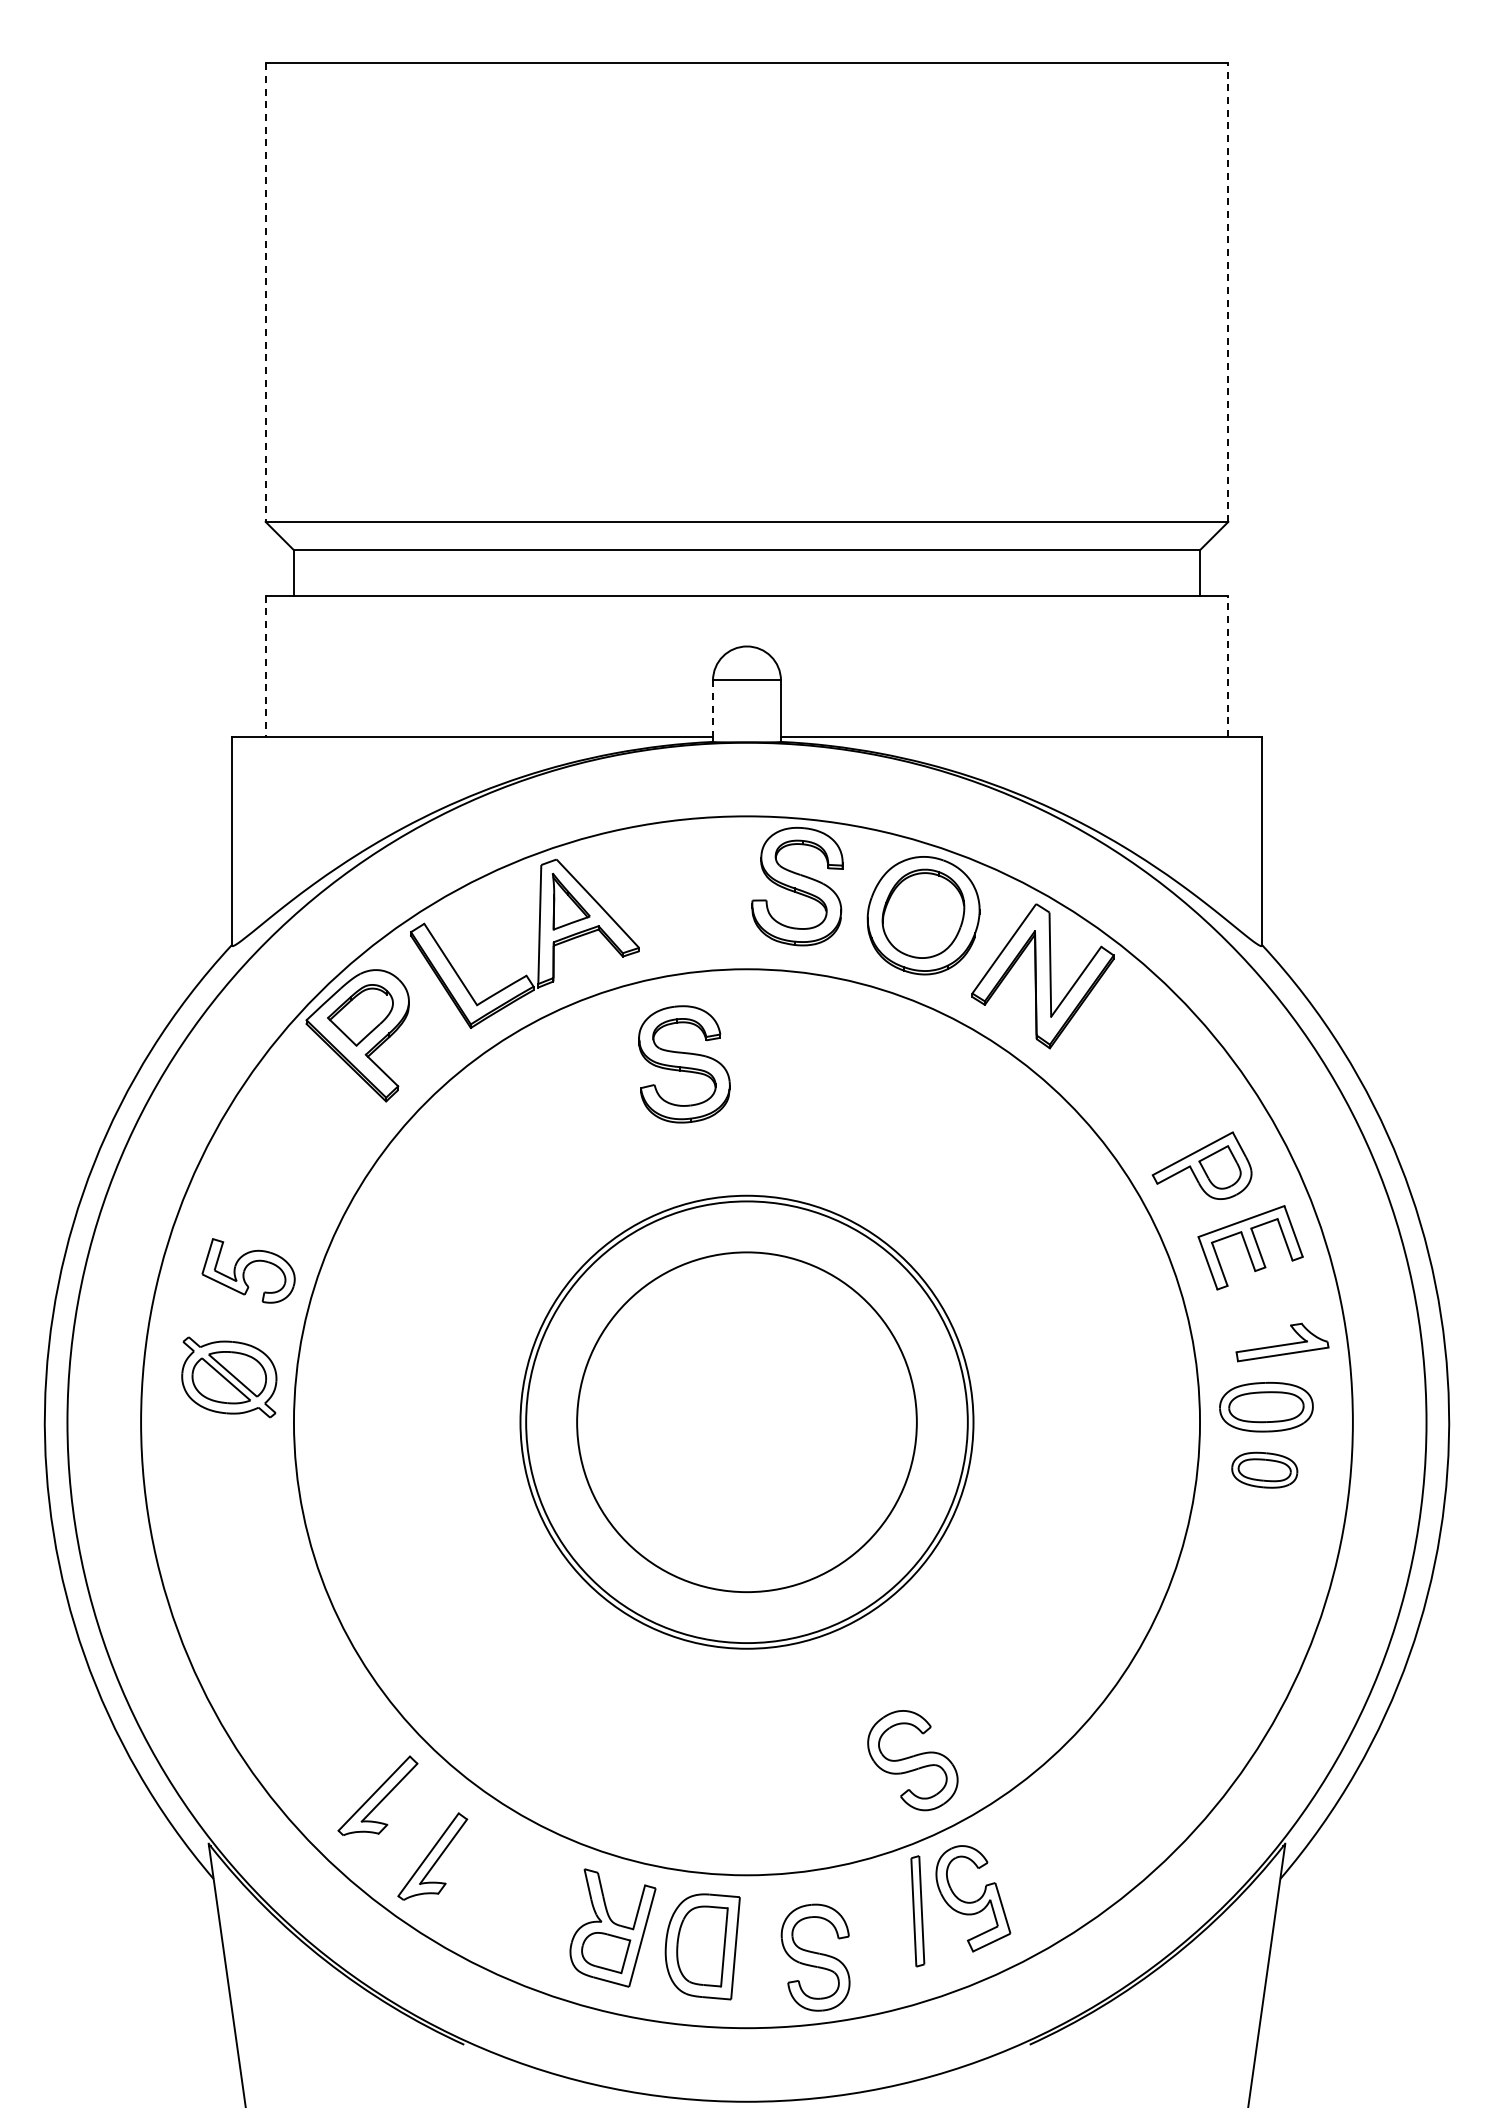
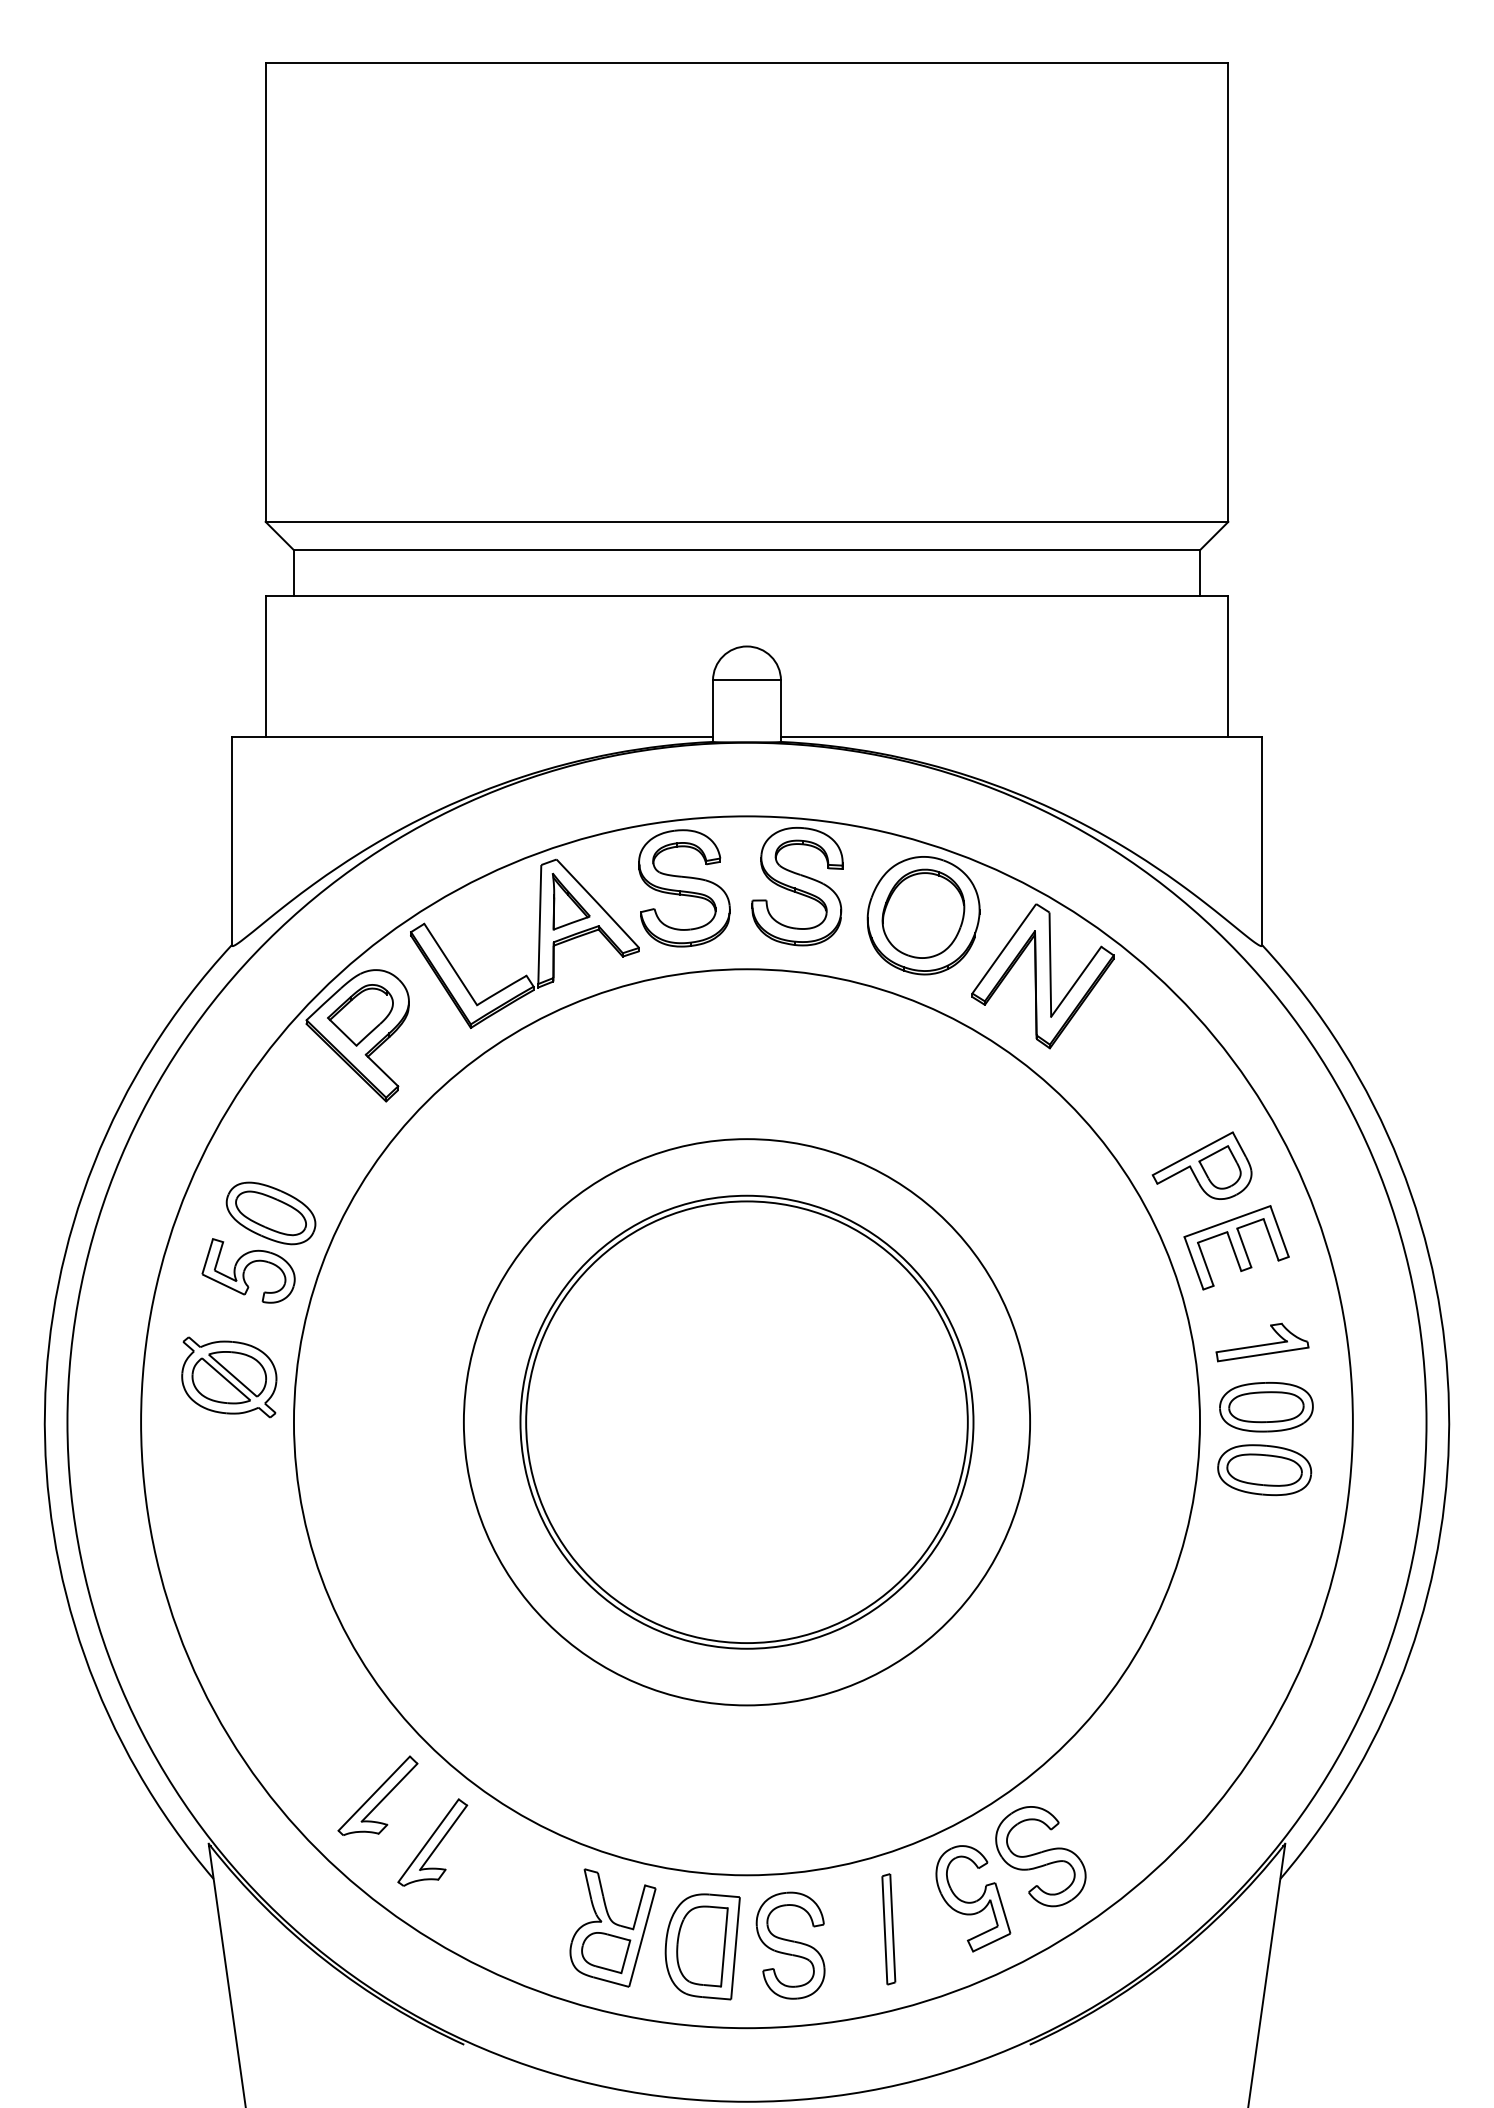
line at (1228, 292): dashed -> solid
line at (265, 293): dashed -> solid
line at (265, 666): dashed -> solid
line at (1228, 666): dashed -> solid
line at (713, 709): dashed -> solid
part at (684, 1064) position: (684, 1064) -> (684, 888)
part at (270, 1213): none -> present
part at (1250, 1247) position: (1250, 1247) -> (1236, 1247)
part at (1282, 1342) position: (1282, 1342) -> (1262, 1342)
circle at (746, 1422) diameter: 340 px -> 566 px
part at (1264, 1469) size: 68x38 px -> 96x53 px
part at (912, 1760) position: (912, 1760) -> (1040, 1856)
part at (432, 1856) position: (432, 1856) -> (432, 1842)
part at (917, 1911) position: (917, 1911) -> (888, 1929)
part at (815, 1957) position: (815, 1957) -> (790, 1945)
